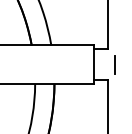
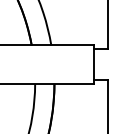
line at (114, 64): present -> none
